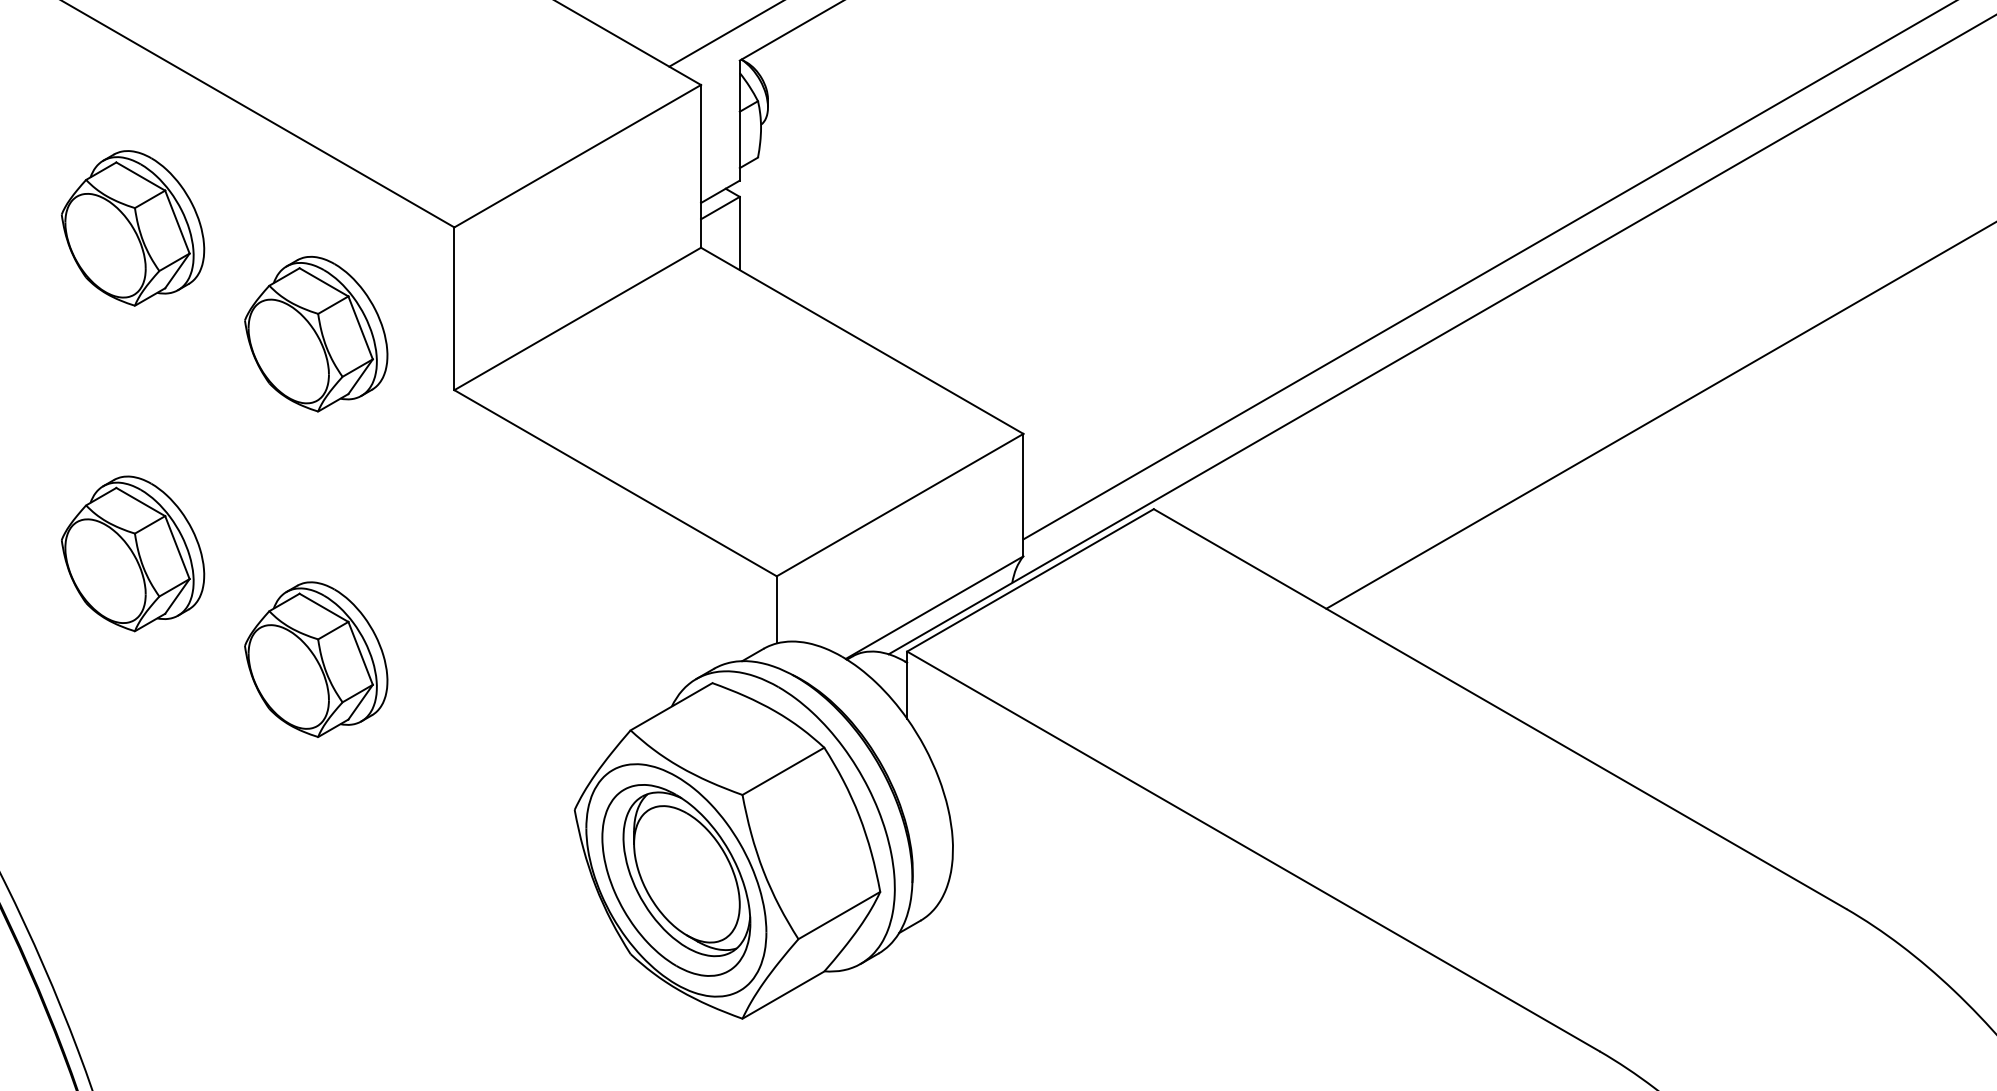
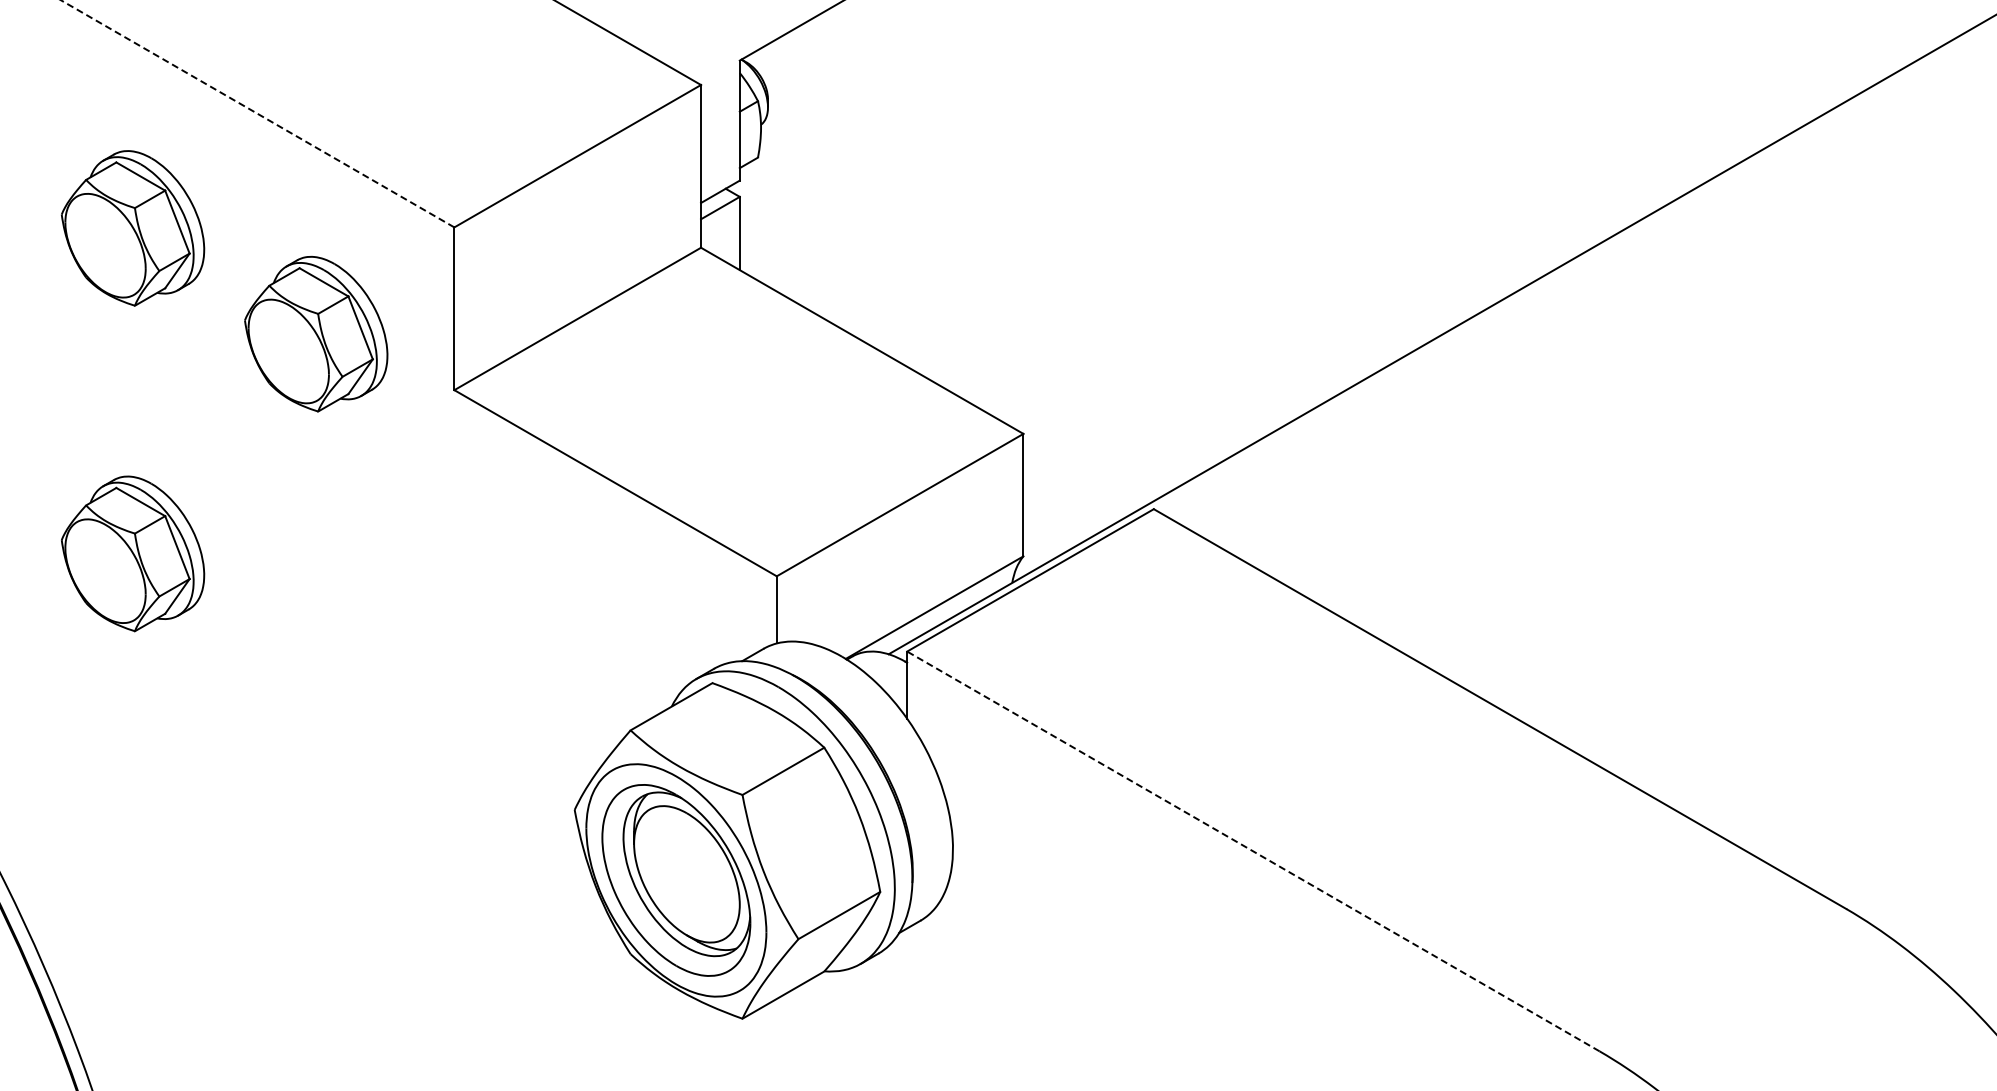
line at (725, 34): present -> none
line at (257, 113): solid -> dashed
line at (1488, 270): present -> none
line at (1659, 415): present -> none
part at (316, 659): present -> none
line at (1253, 851): solid -> dashed
